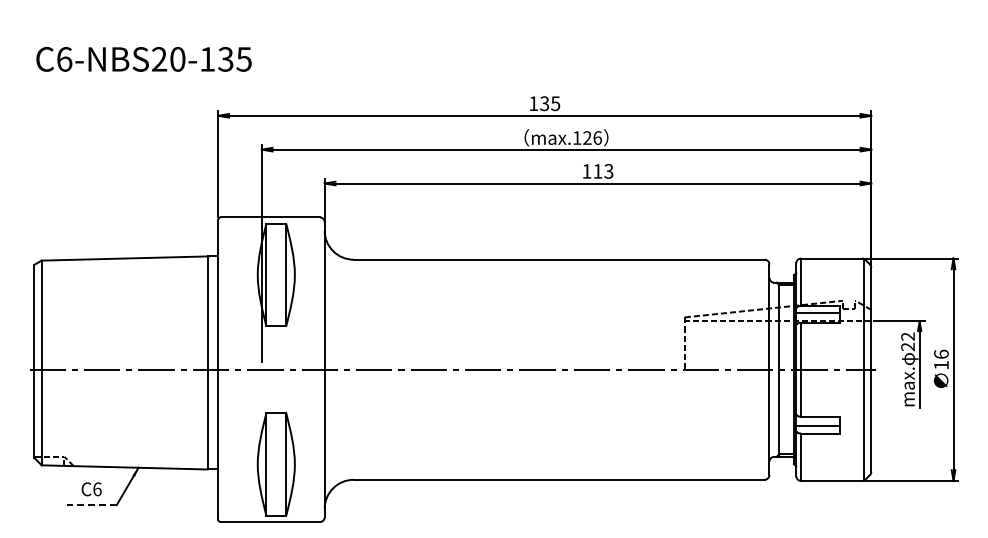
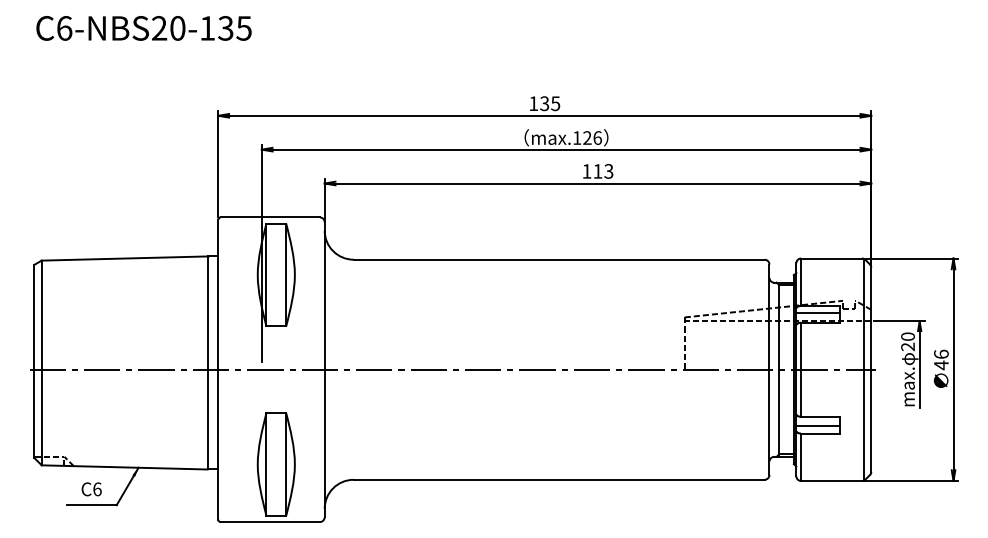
text at (143, 59) position: (143, 59) -> (143, 28)
text at (907, 336): 22 -> 20
text at (941, 365): 16 -> 46
line at (91, 505): dashed -> solid
